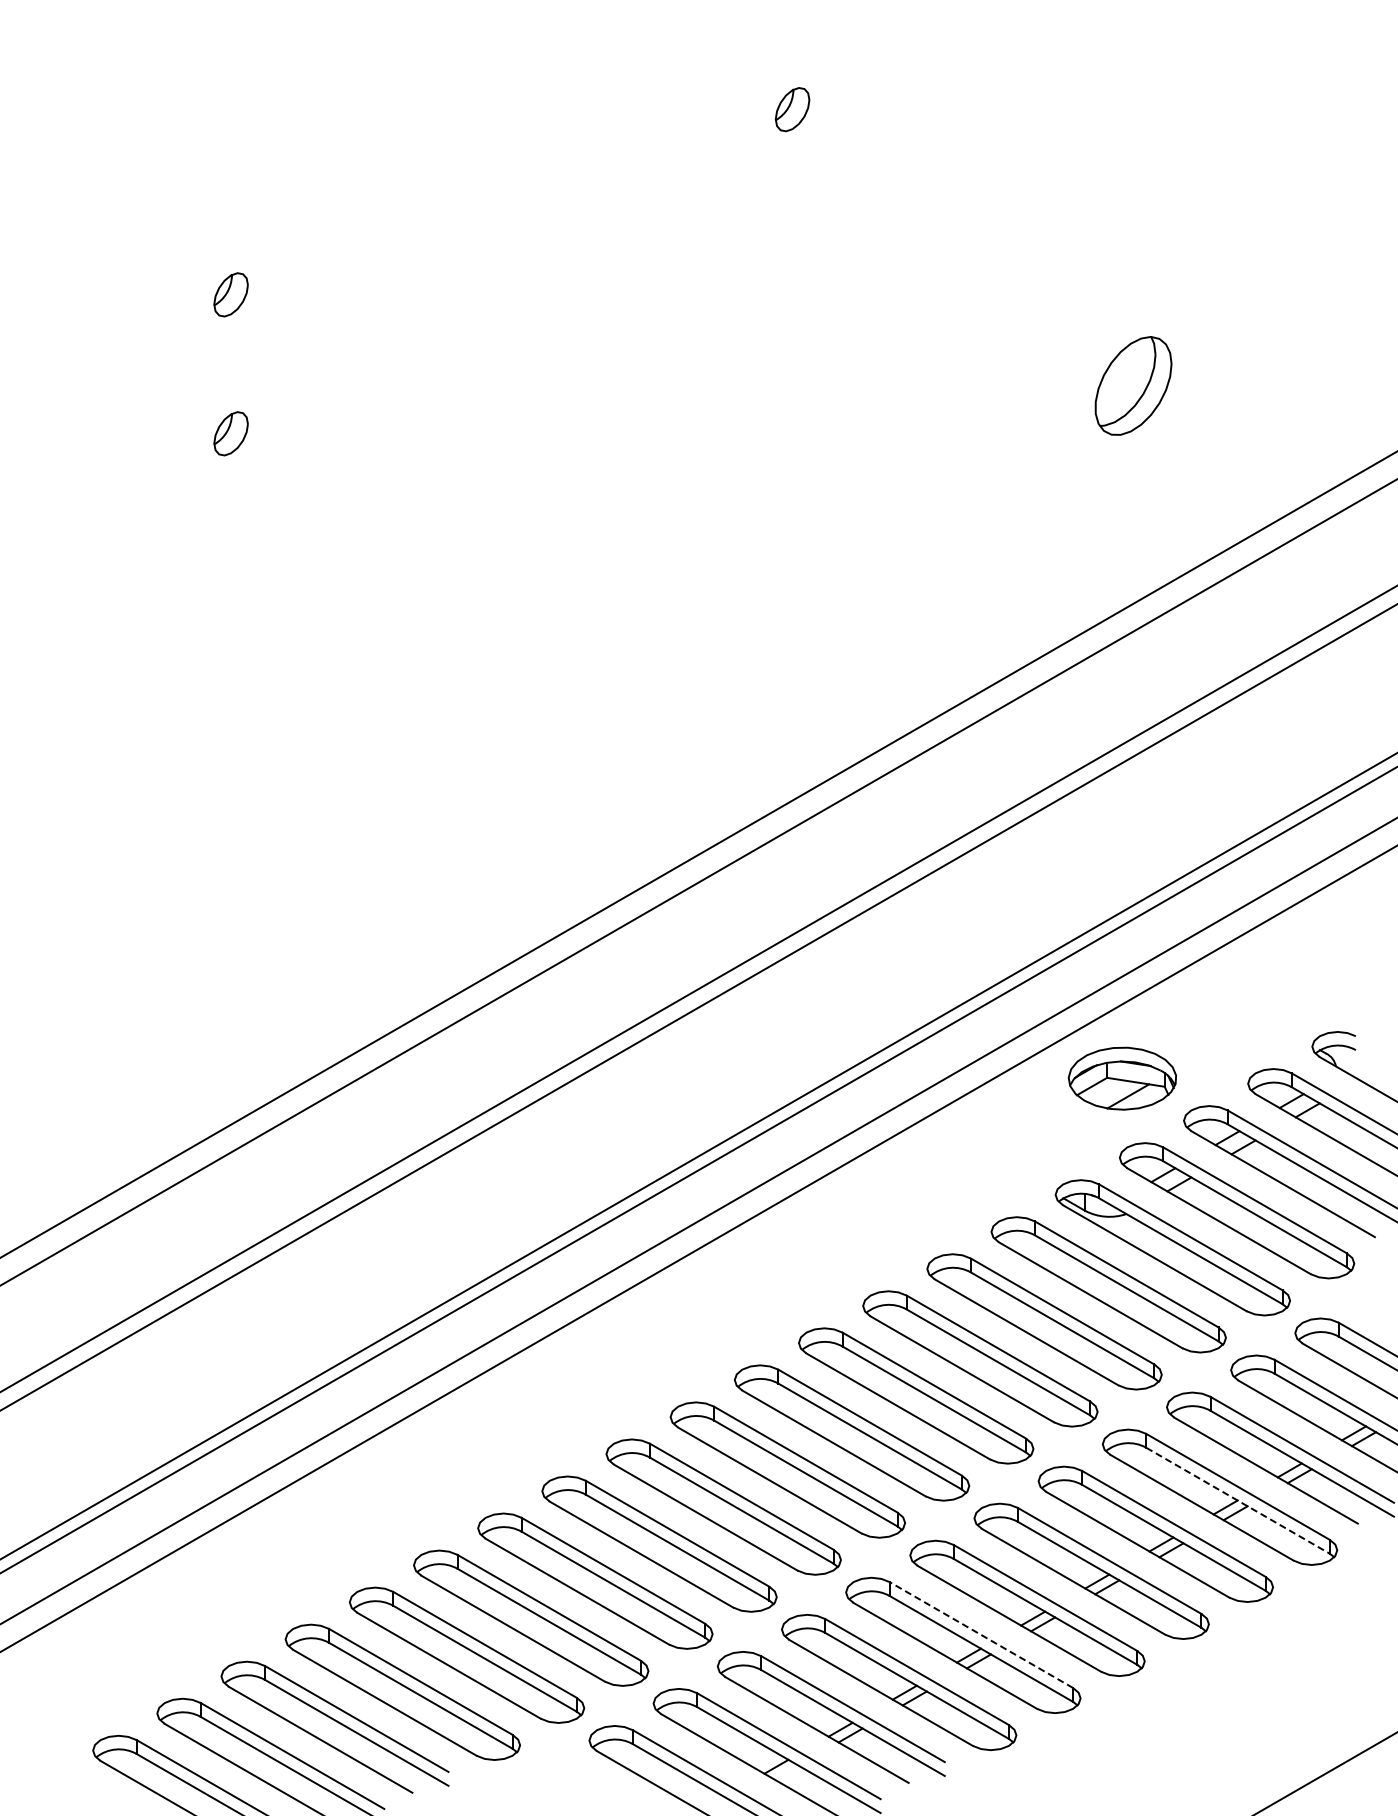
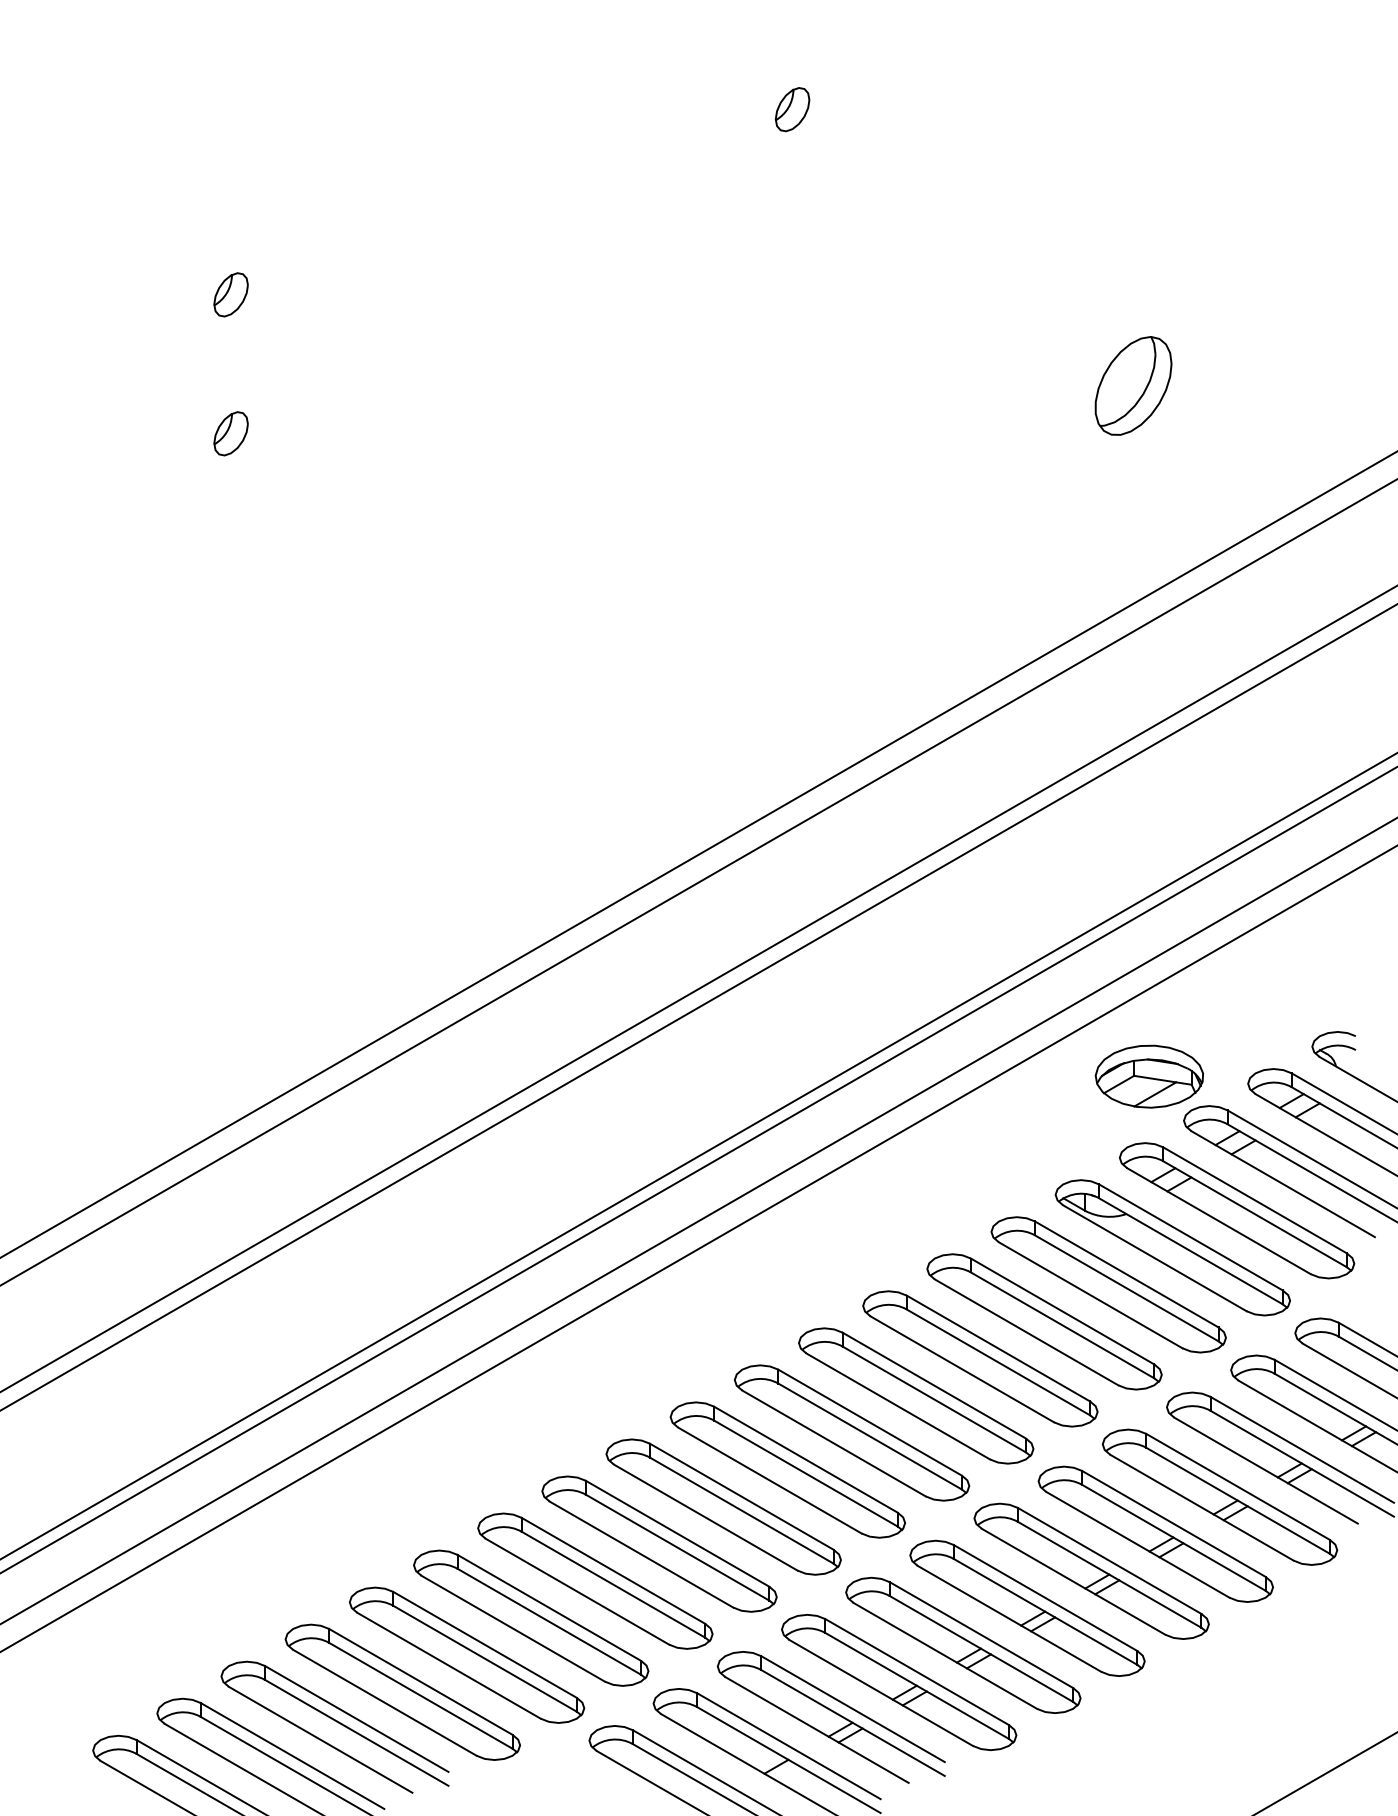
part at (1121, 1078) position: (1121, 1078) -> (1148, 1076)
line at (1238, 1500): dashed -> solid
line at (981, 1635): dashed -> solid
